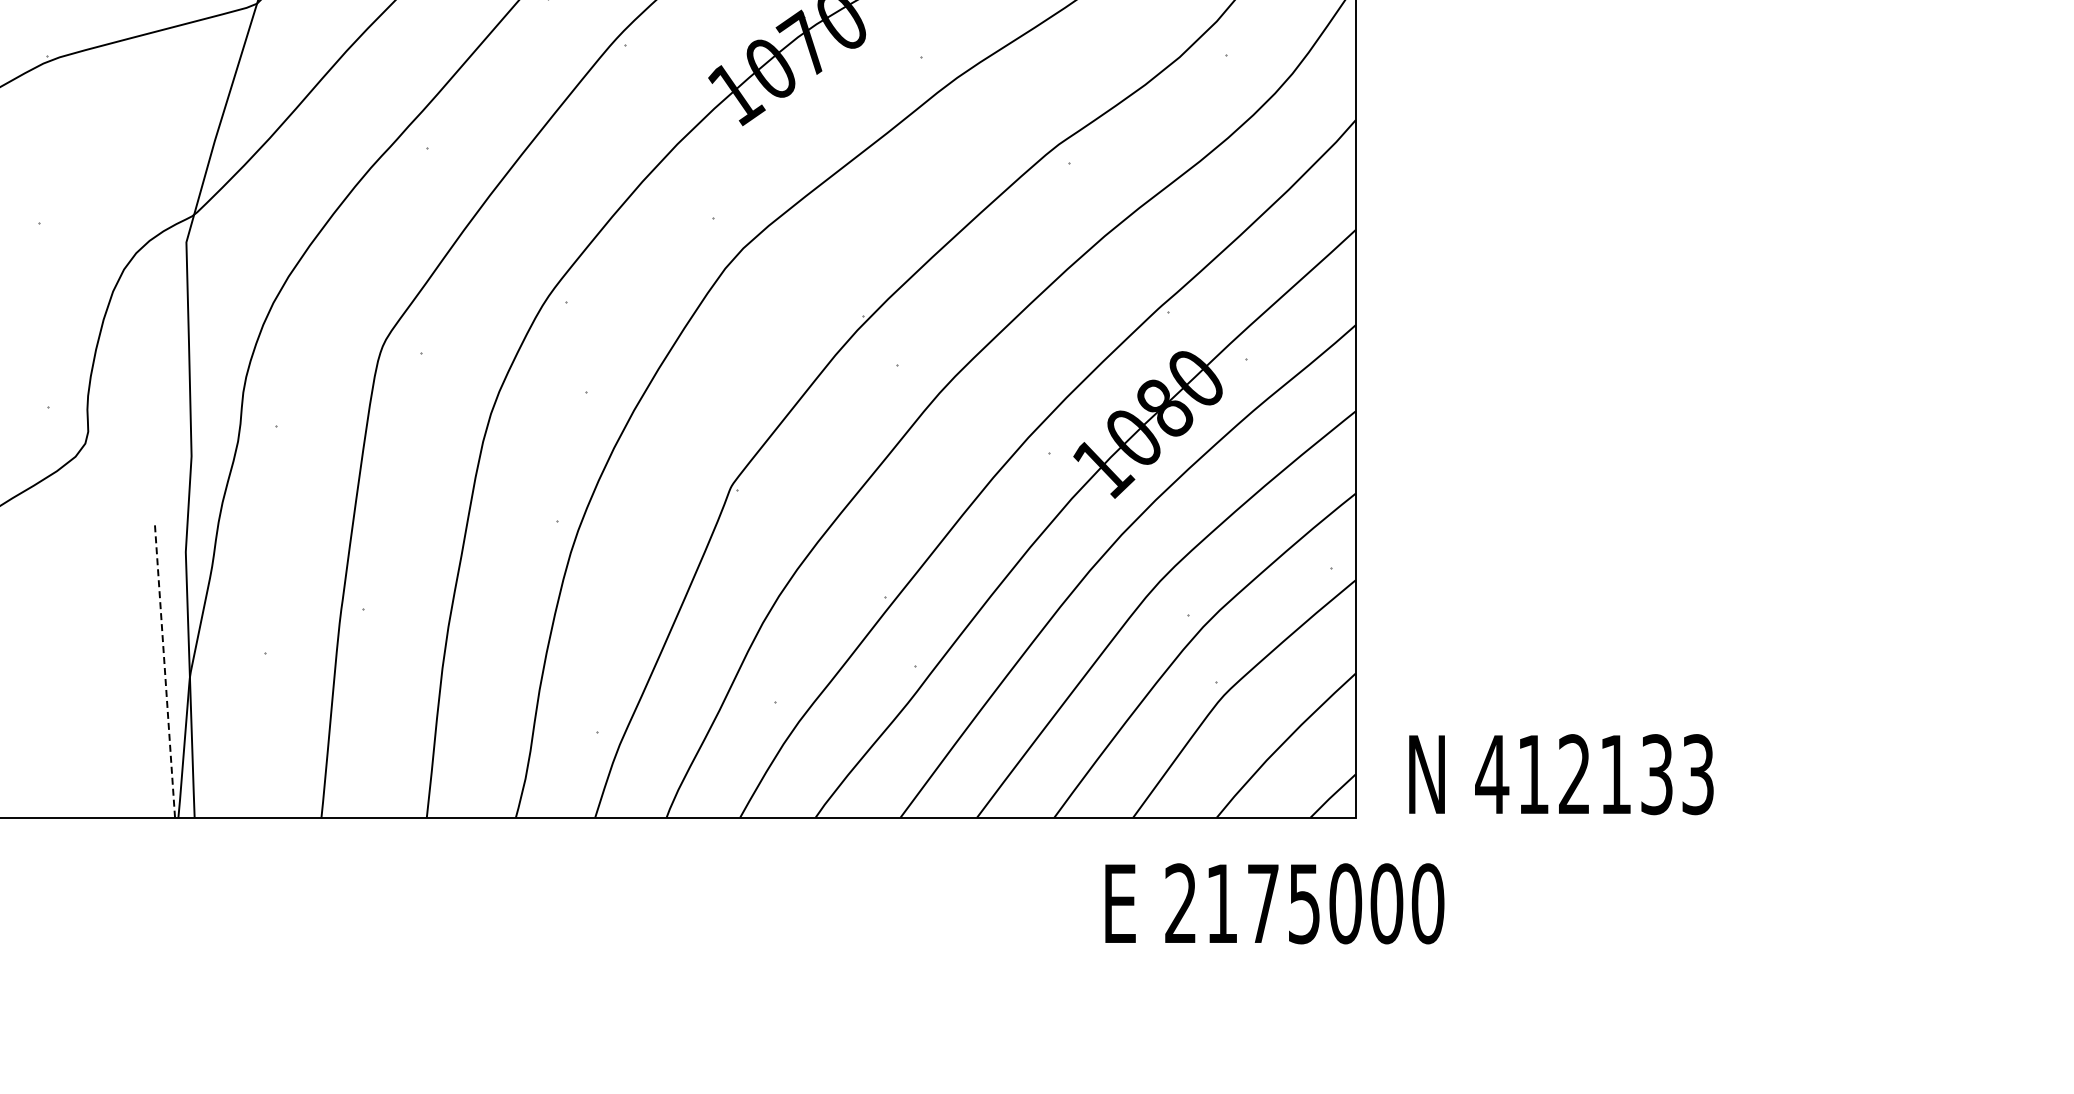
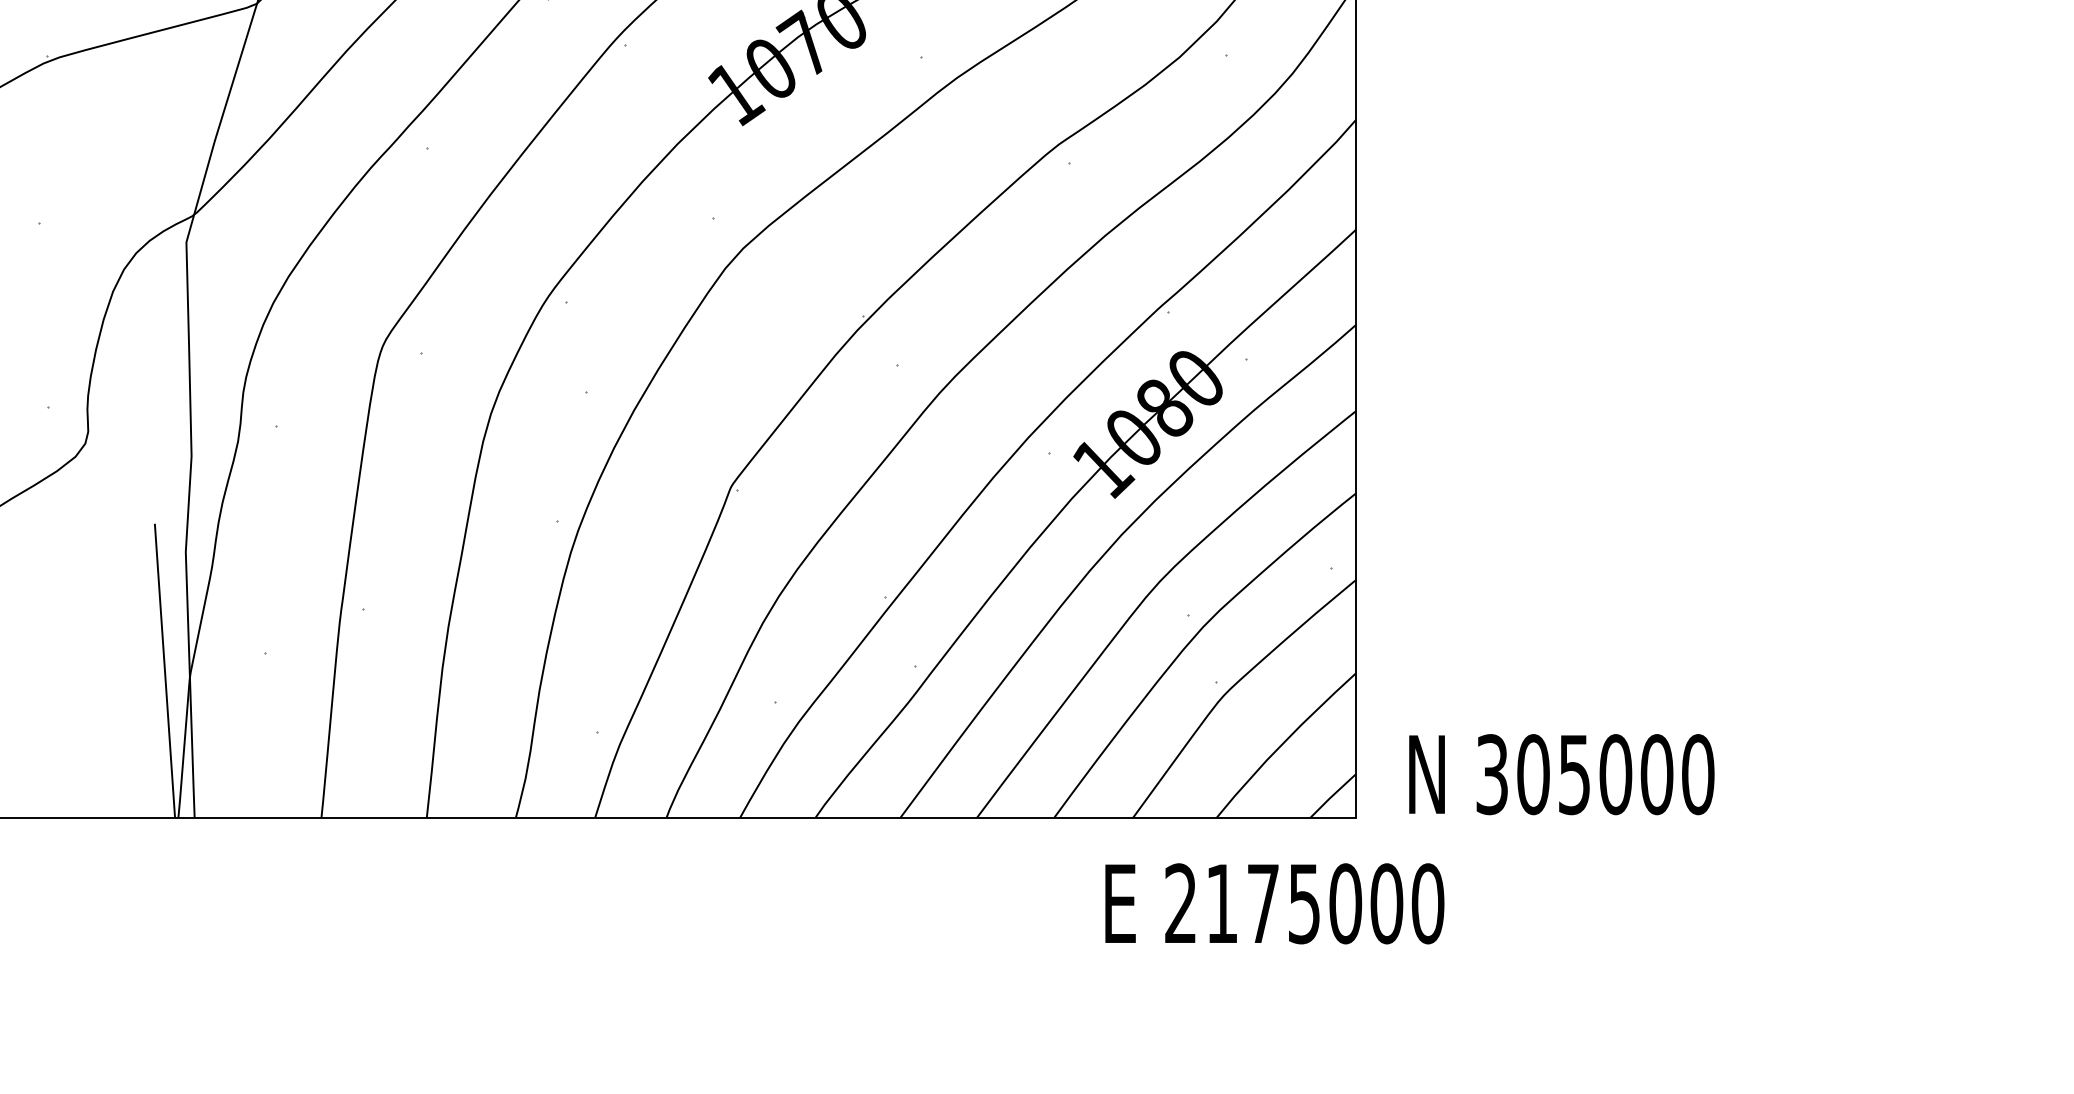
line at (164, 670): dashed -> solid
text at (1594, 774): 412133 -> 305000
